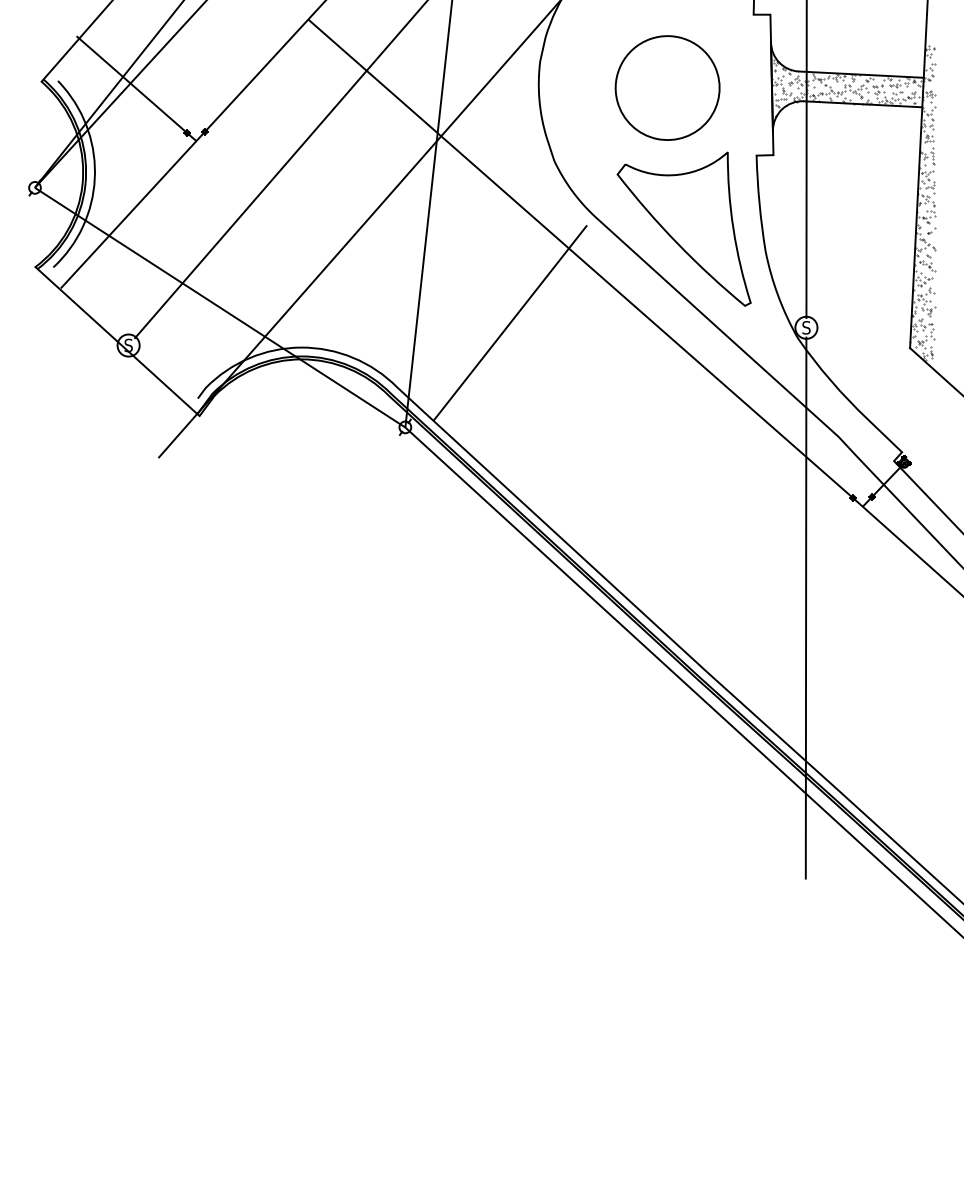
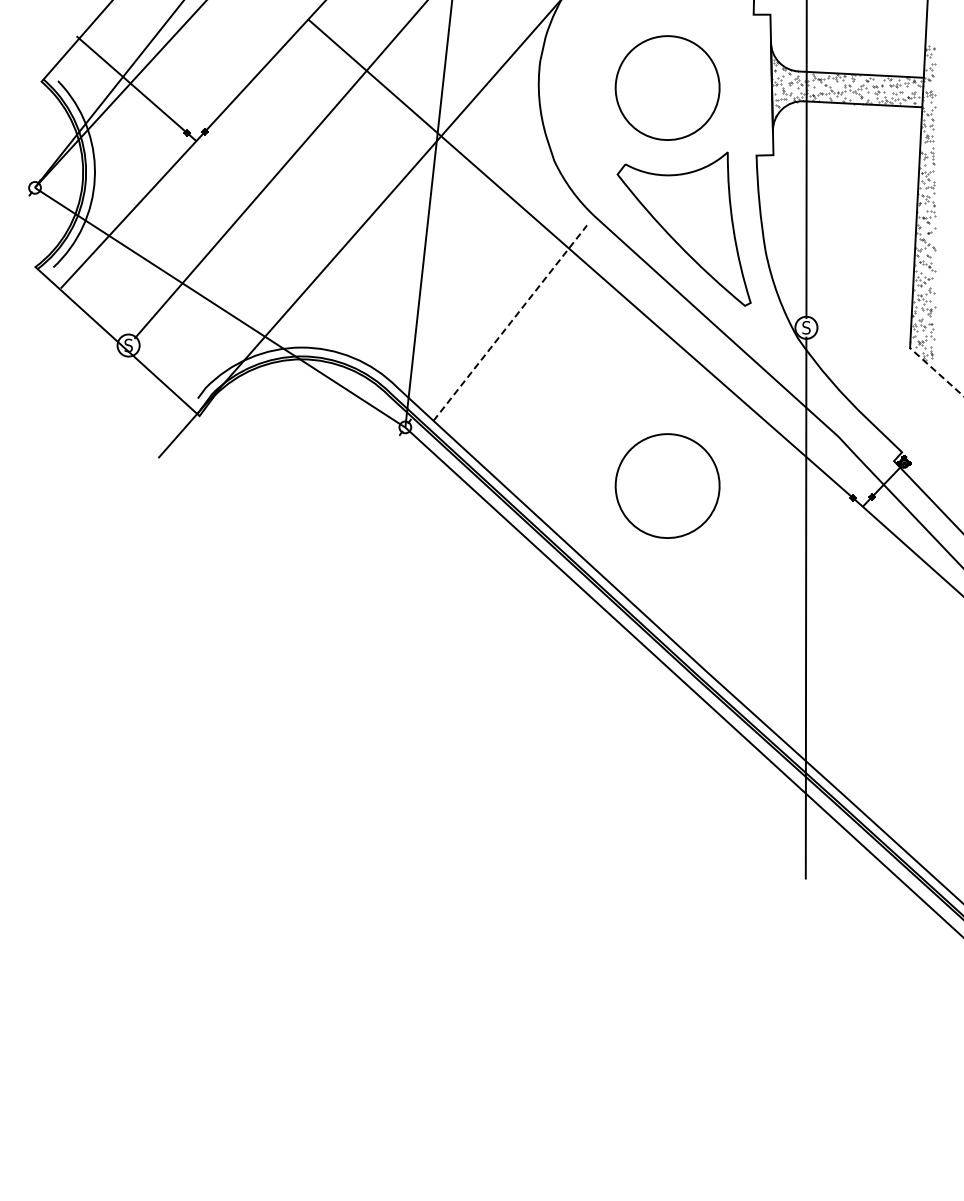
line at (510, 322): solid -> dashed
line at (936, 372): solid -> dashed
part at (667, 485): none -> present
